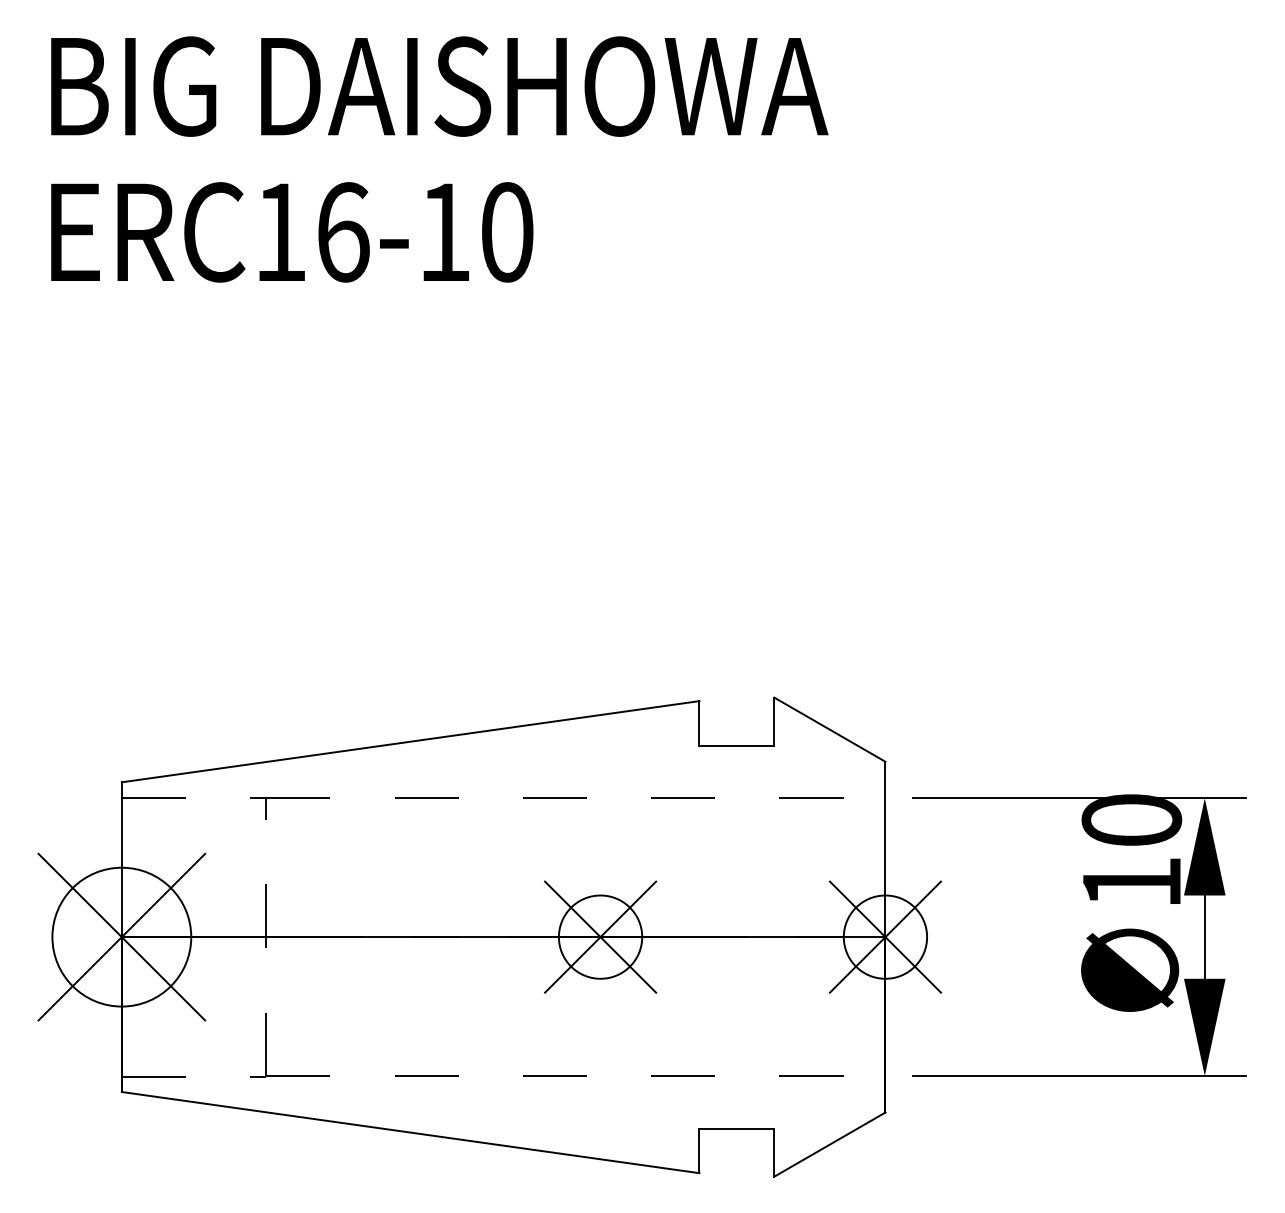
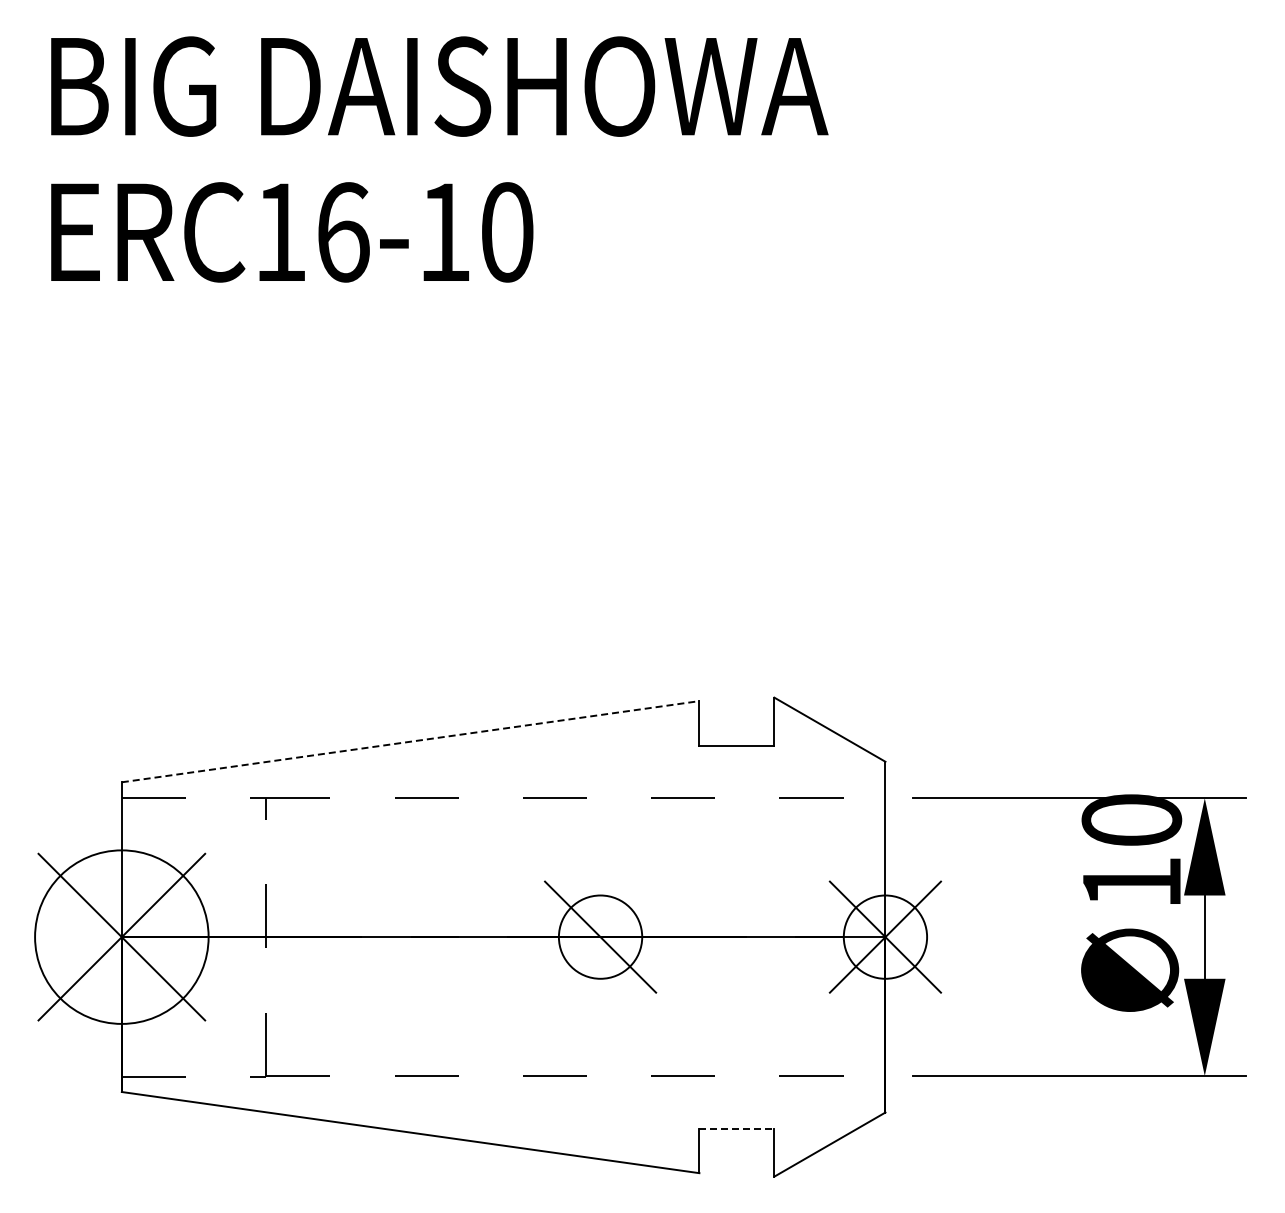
line at (410, 741): solid -> dashed
circle at (121, 936) diameter: 139 px -> 174 px
line at (600, 936): present -> none
line at (737, 1128): solid -> dashed
